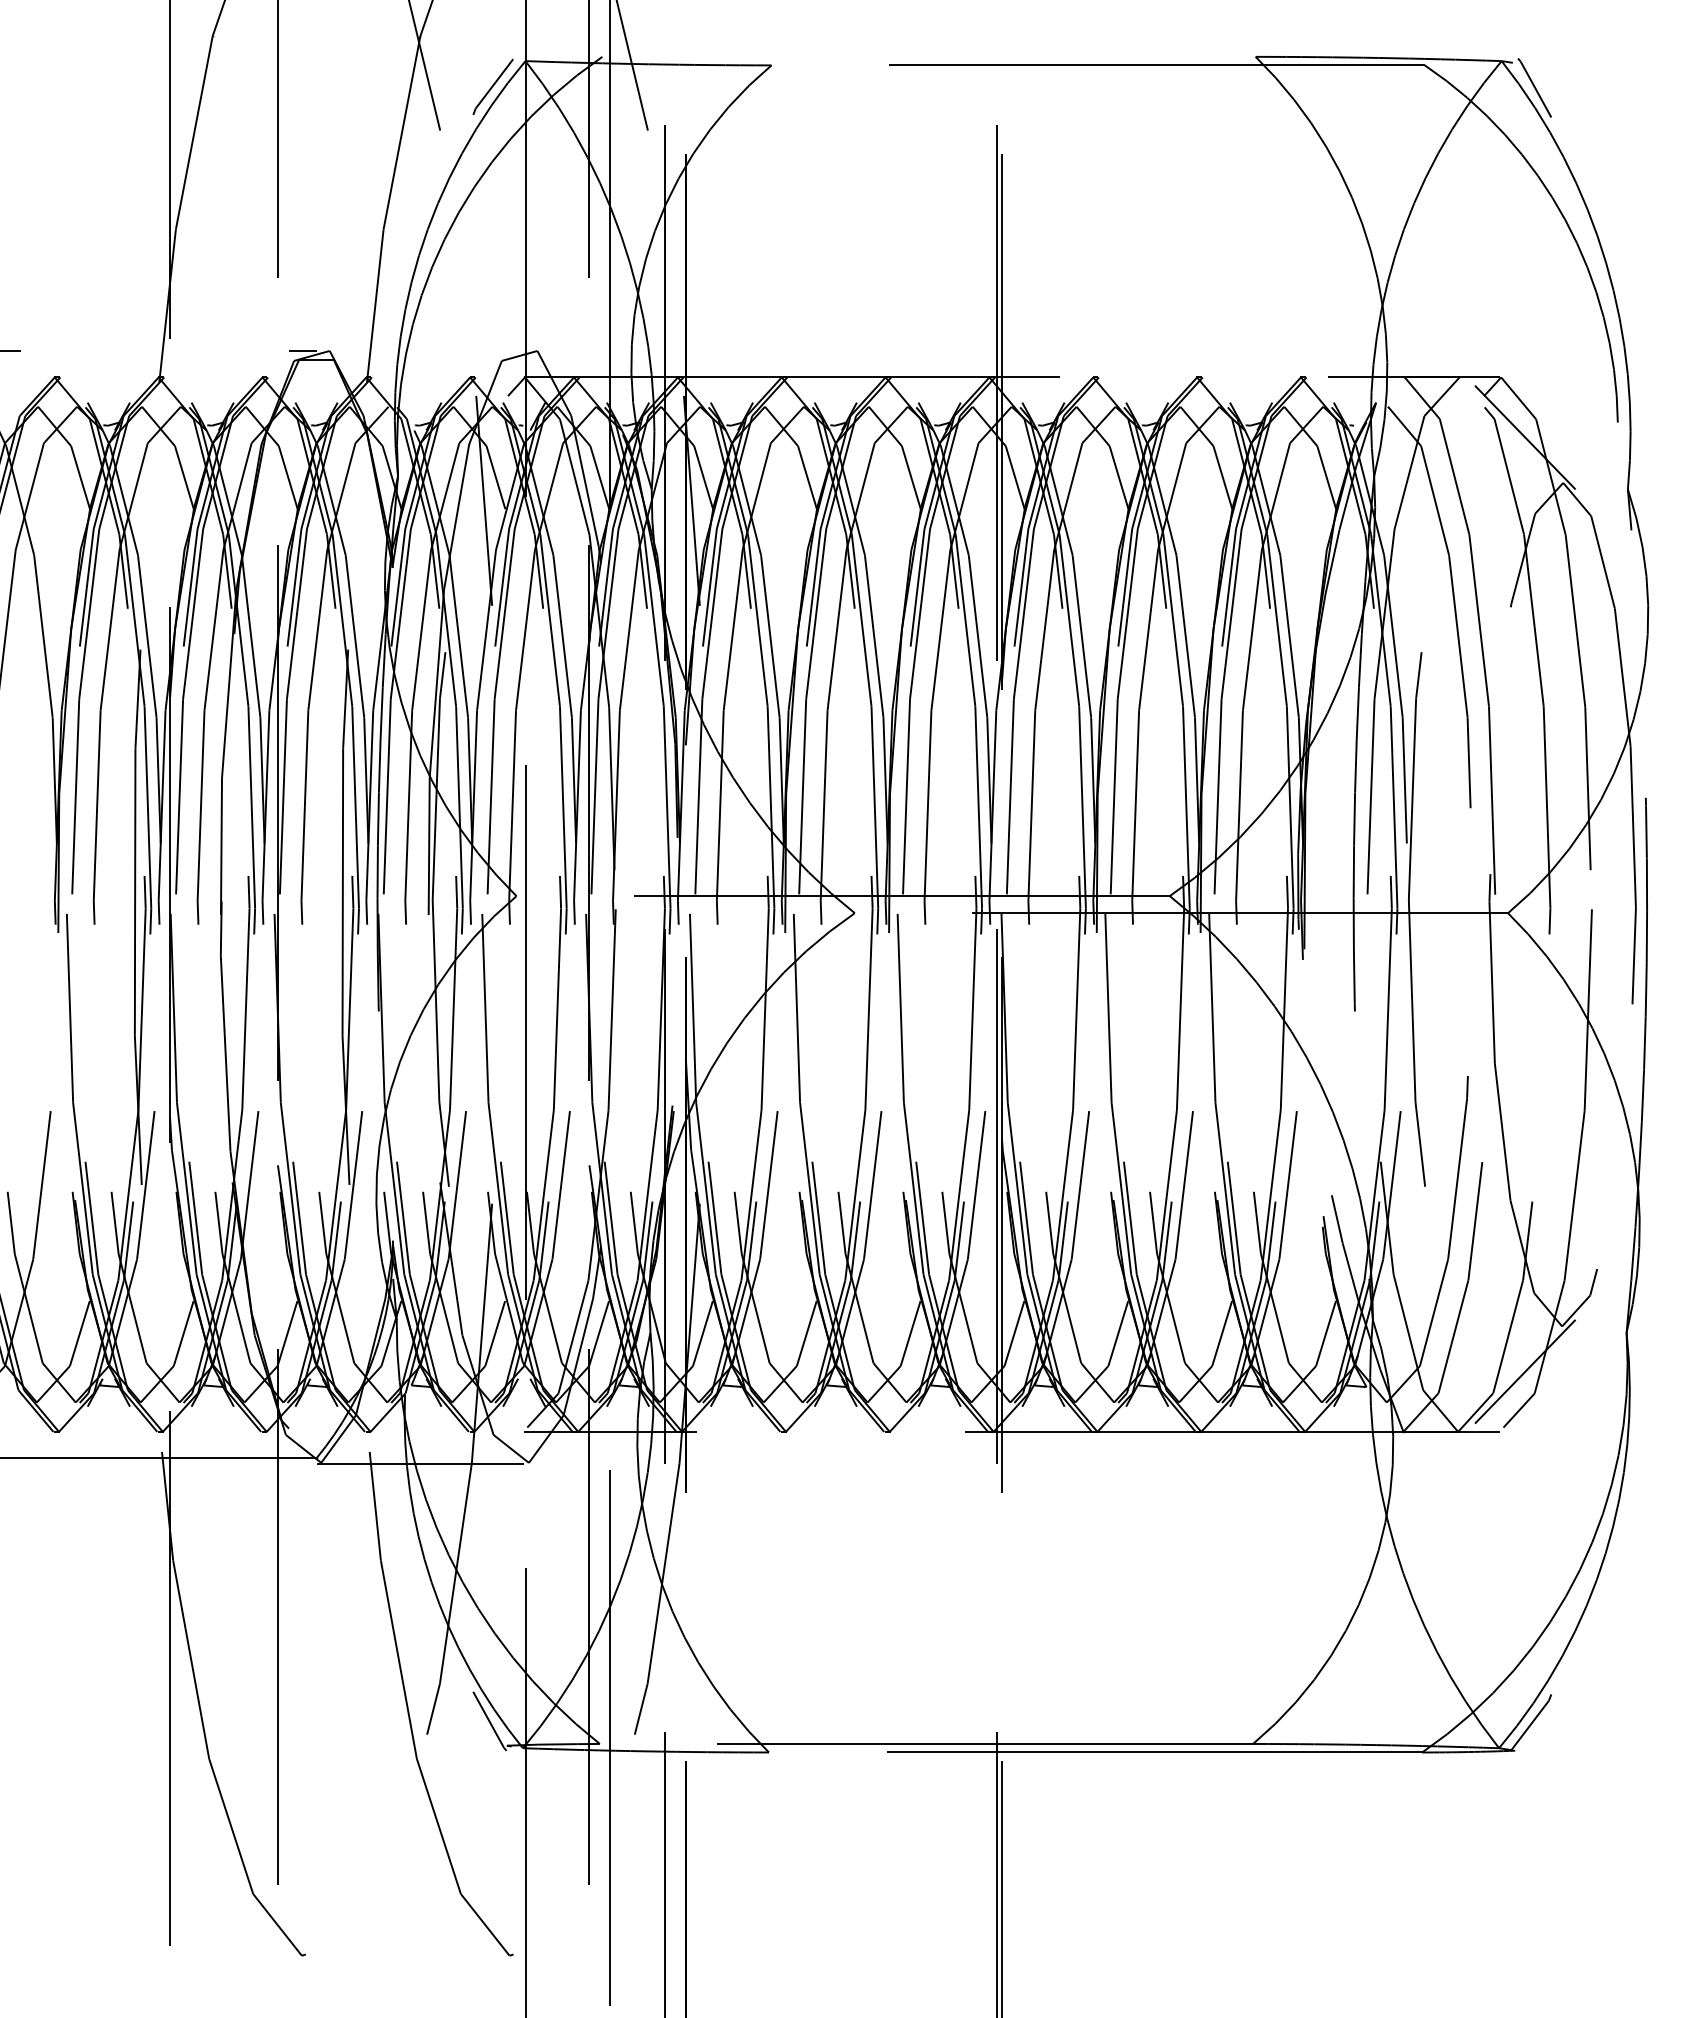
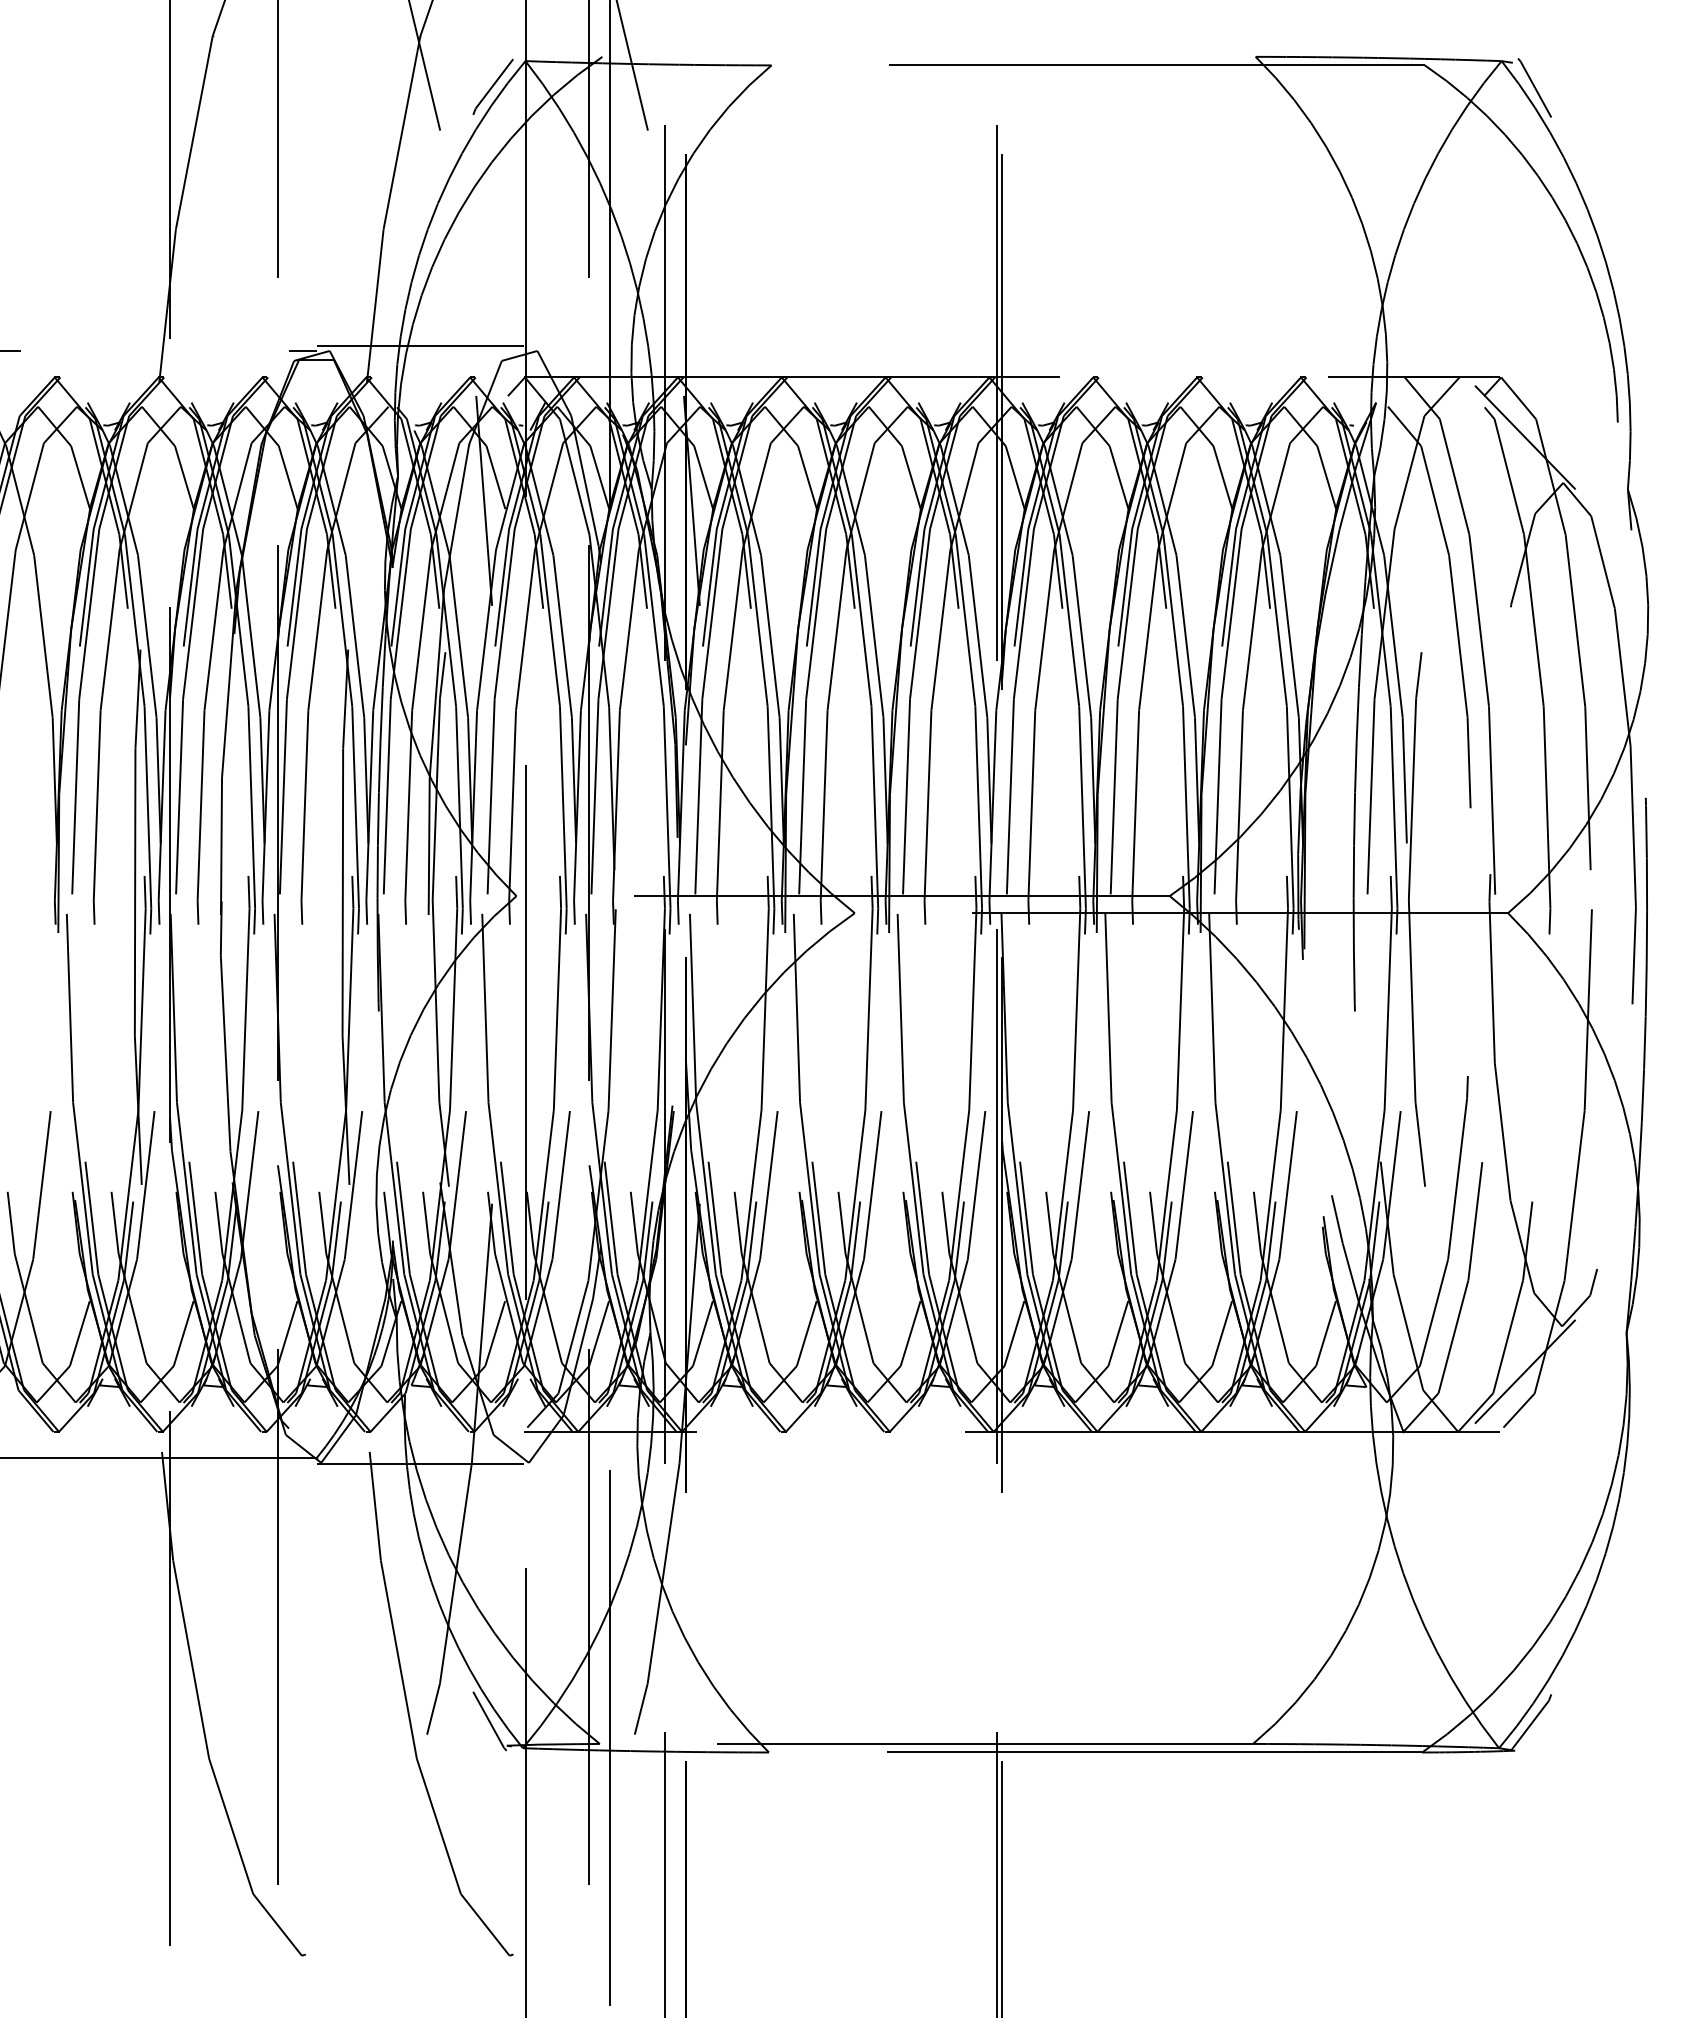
line at (420, 345): none -> present
